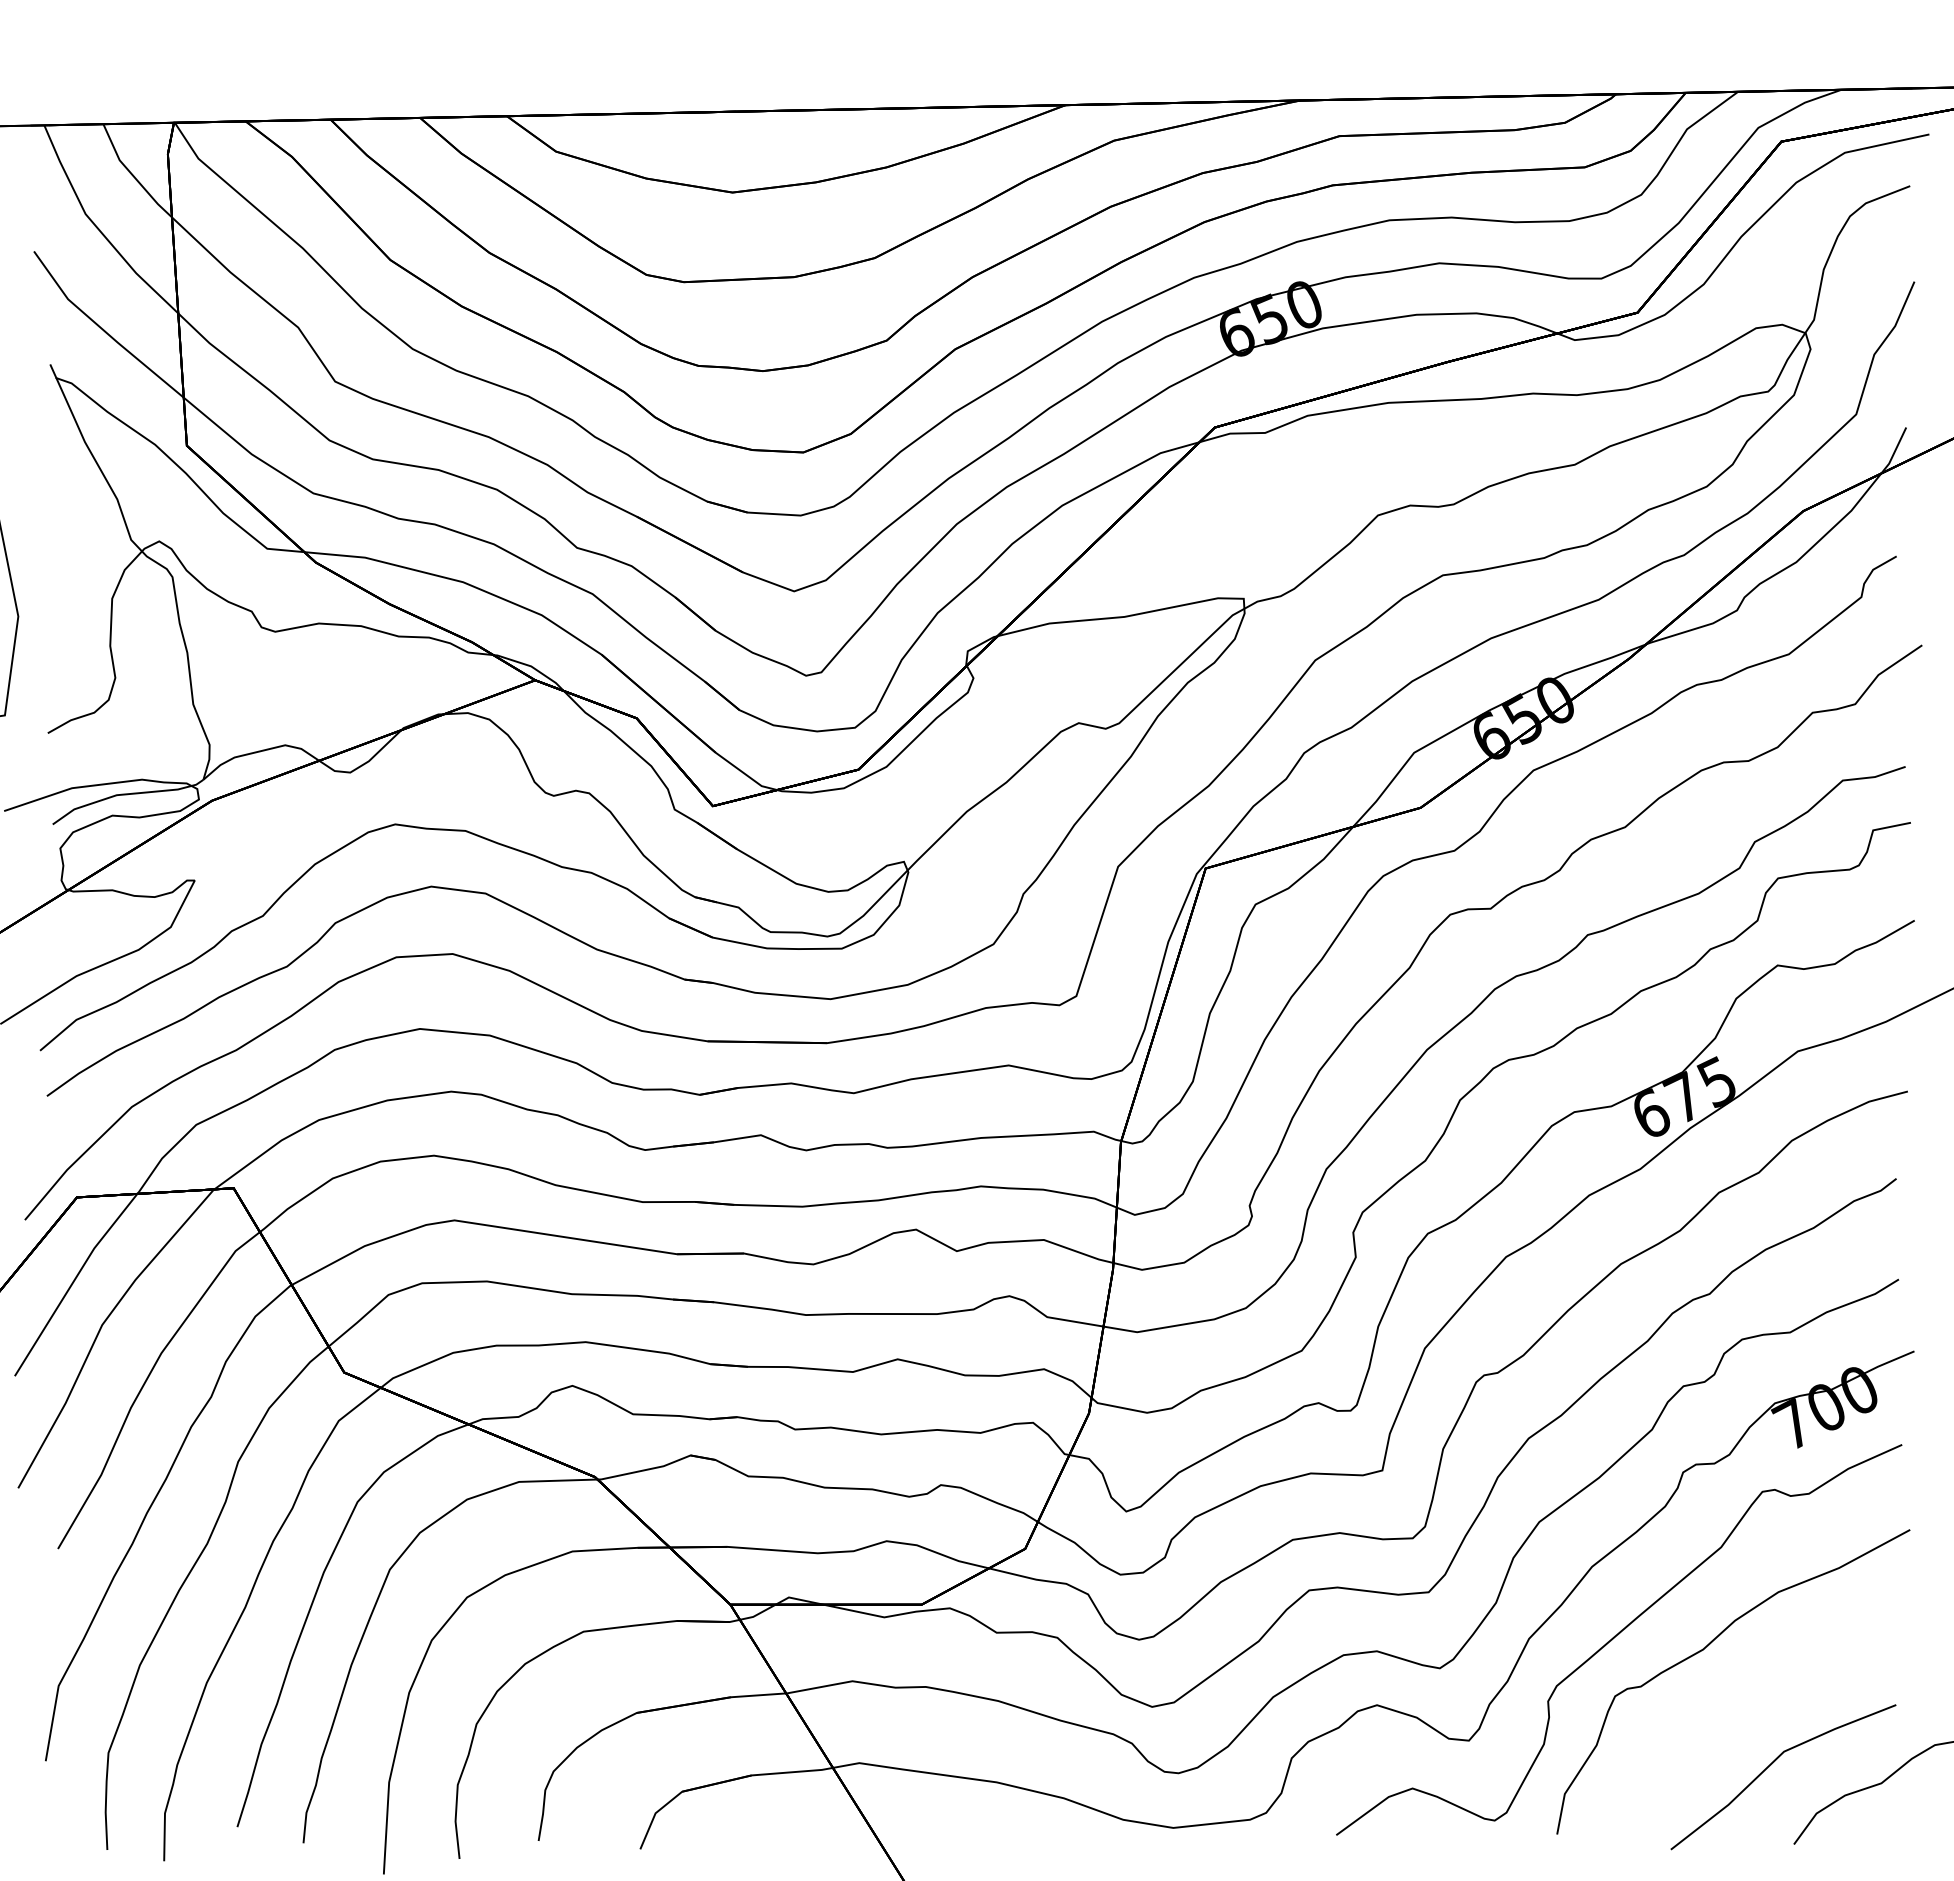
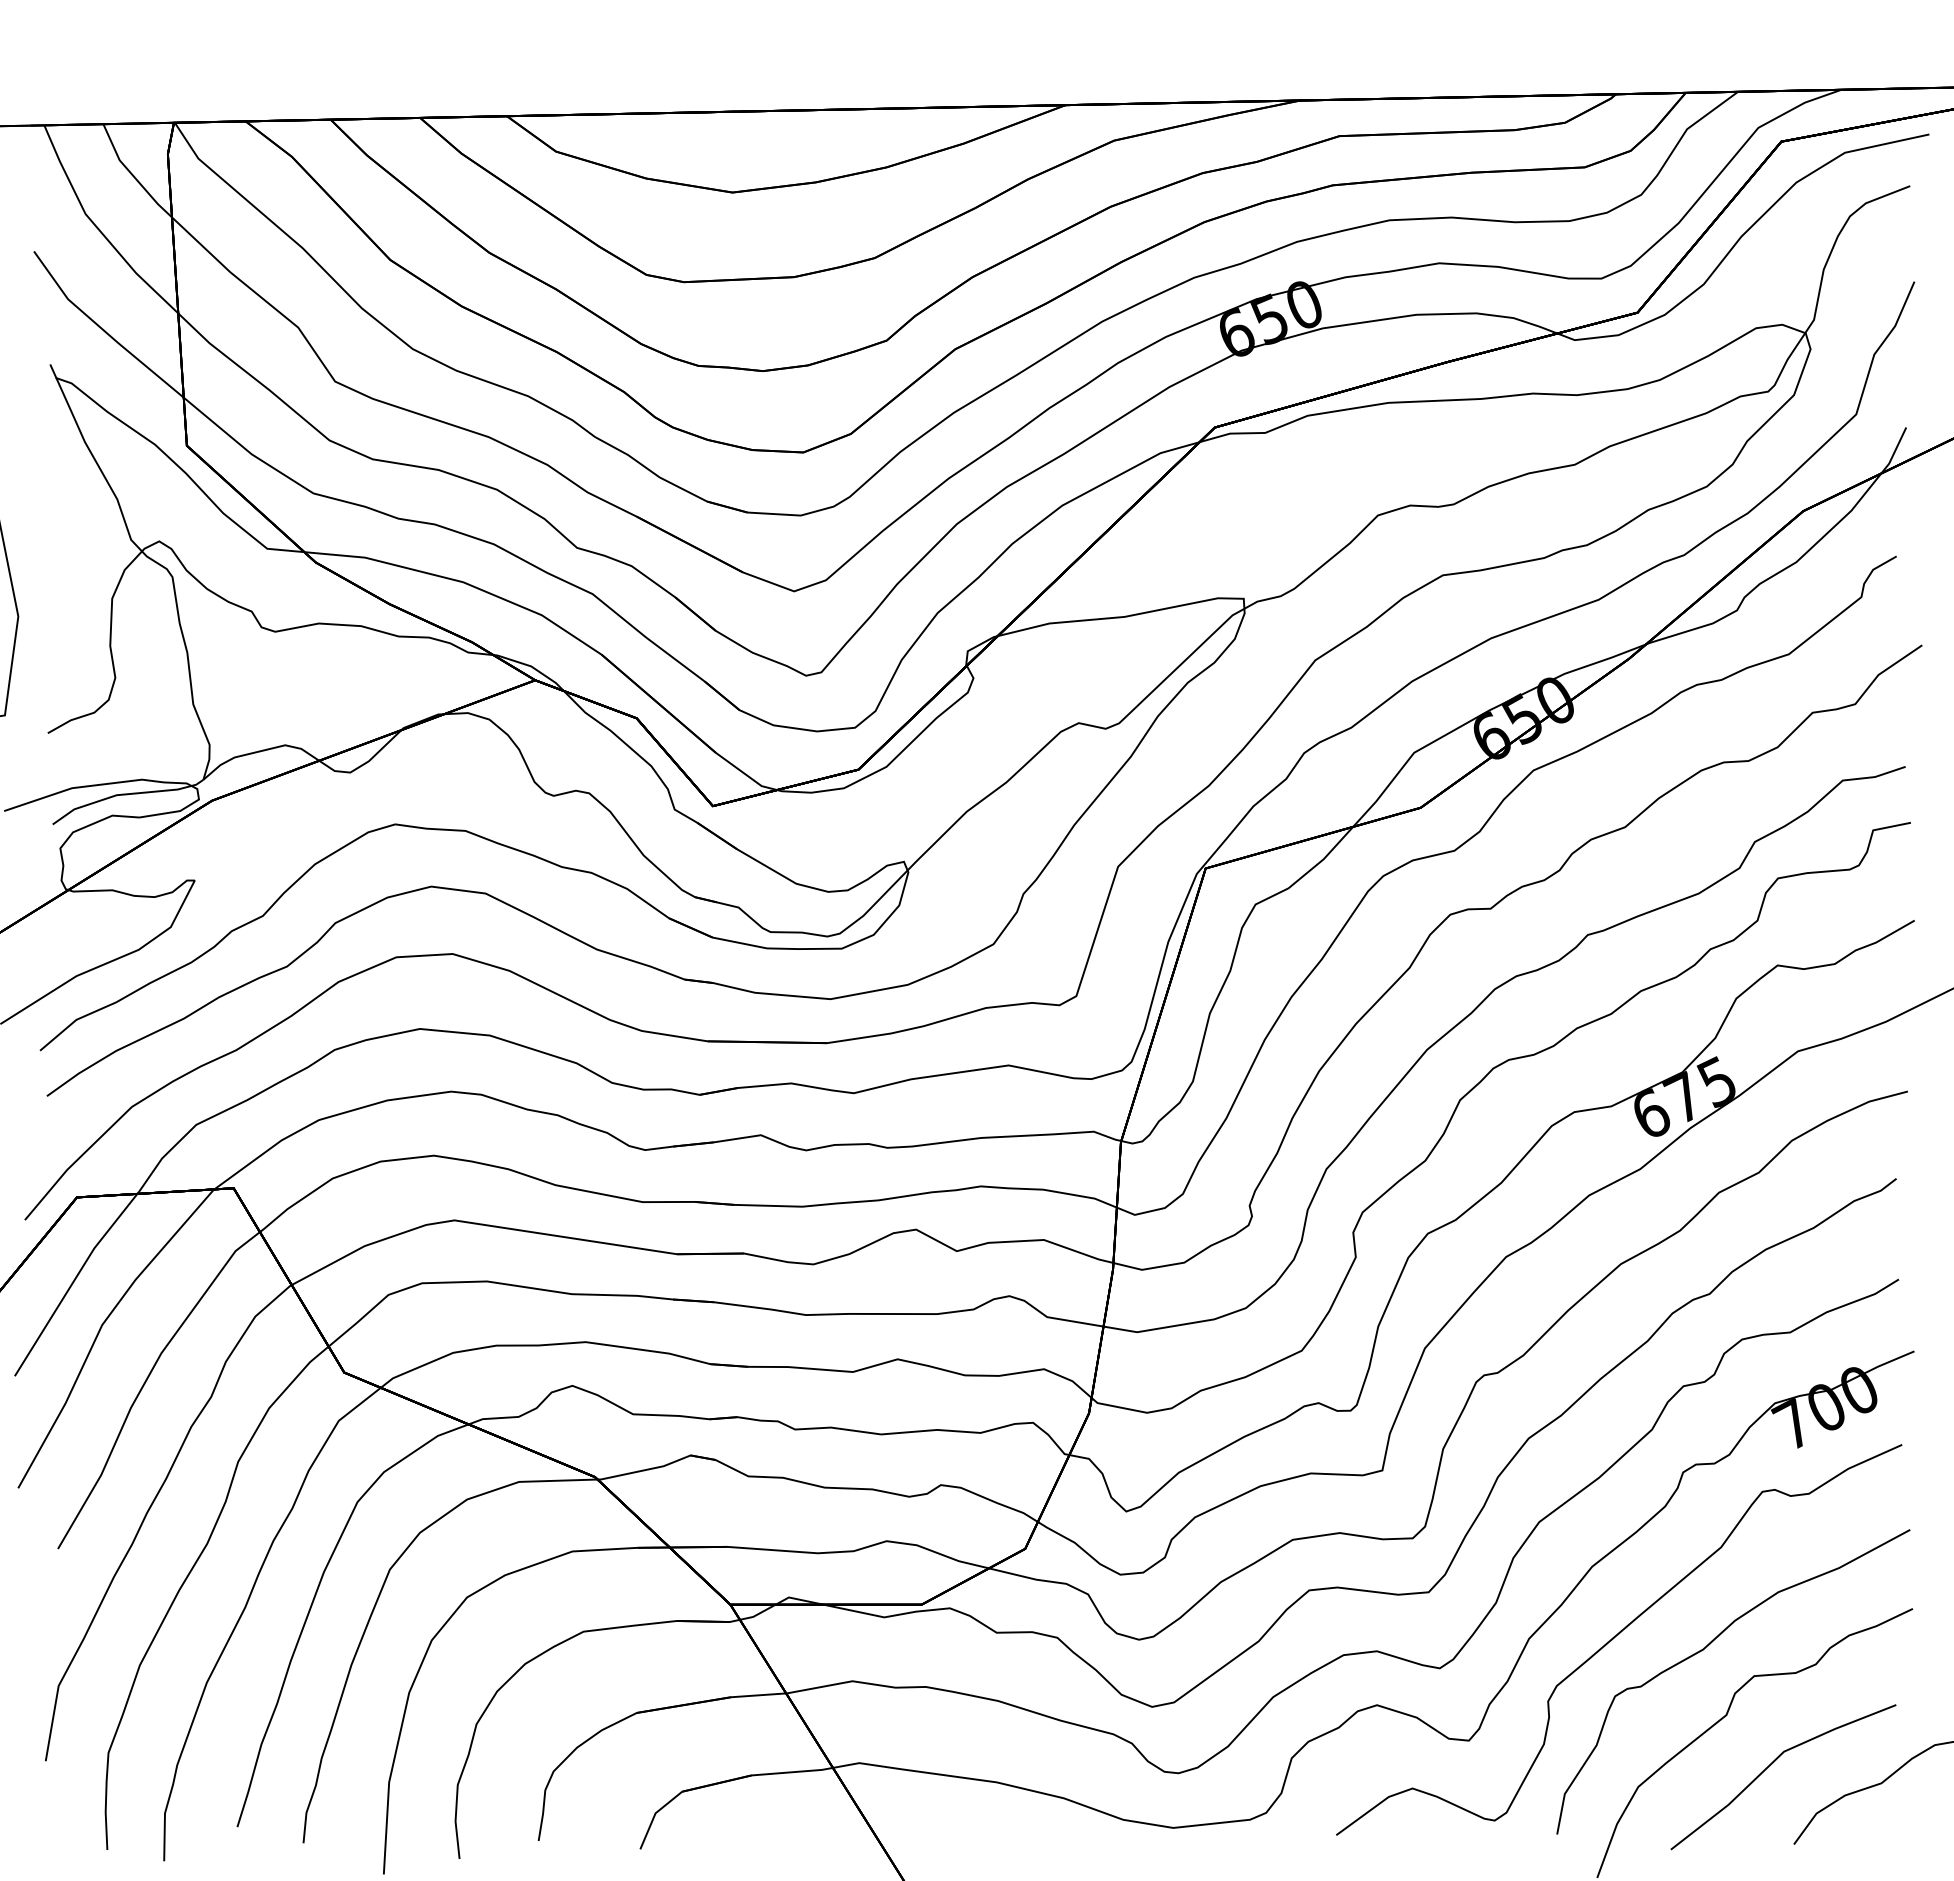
part at (1727, 1715): none -> present
